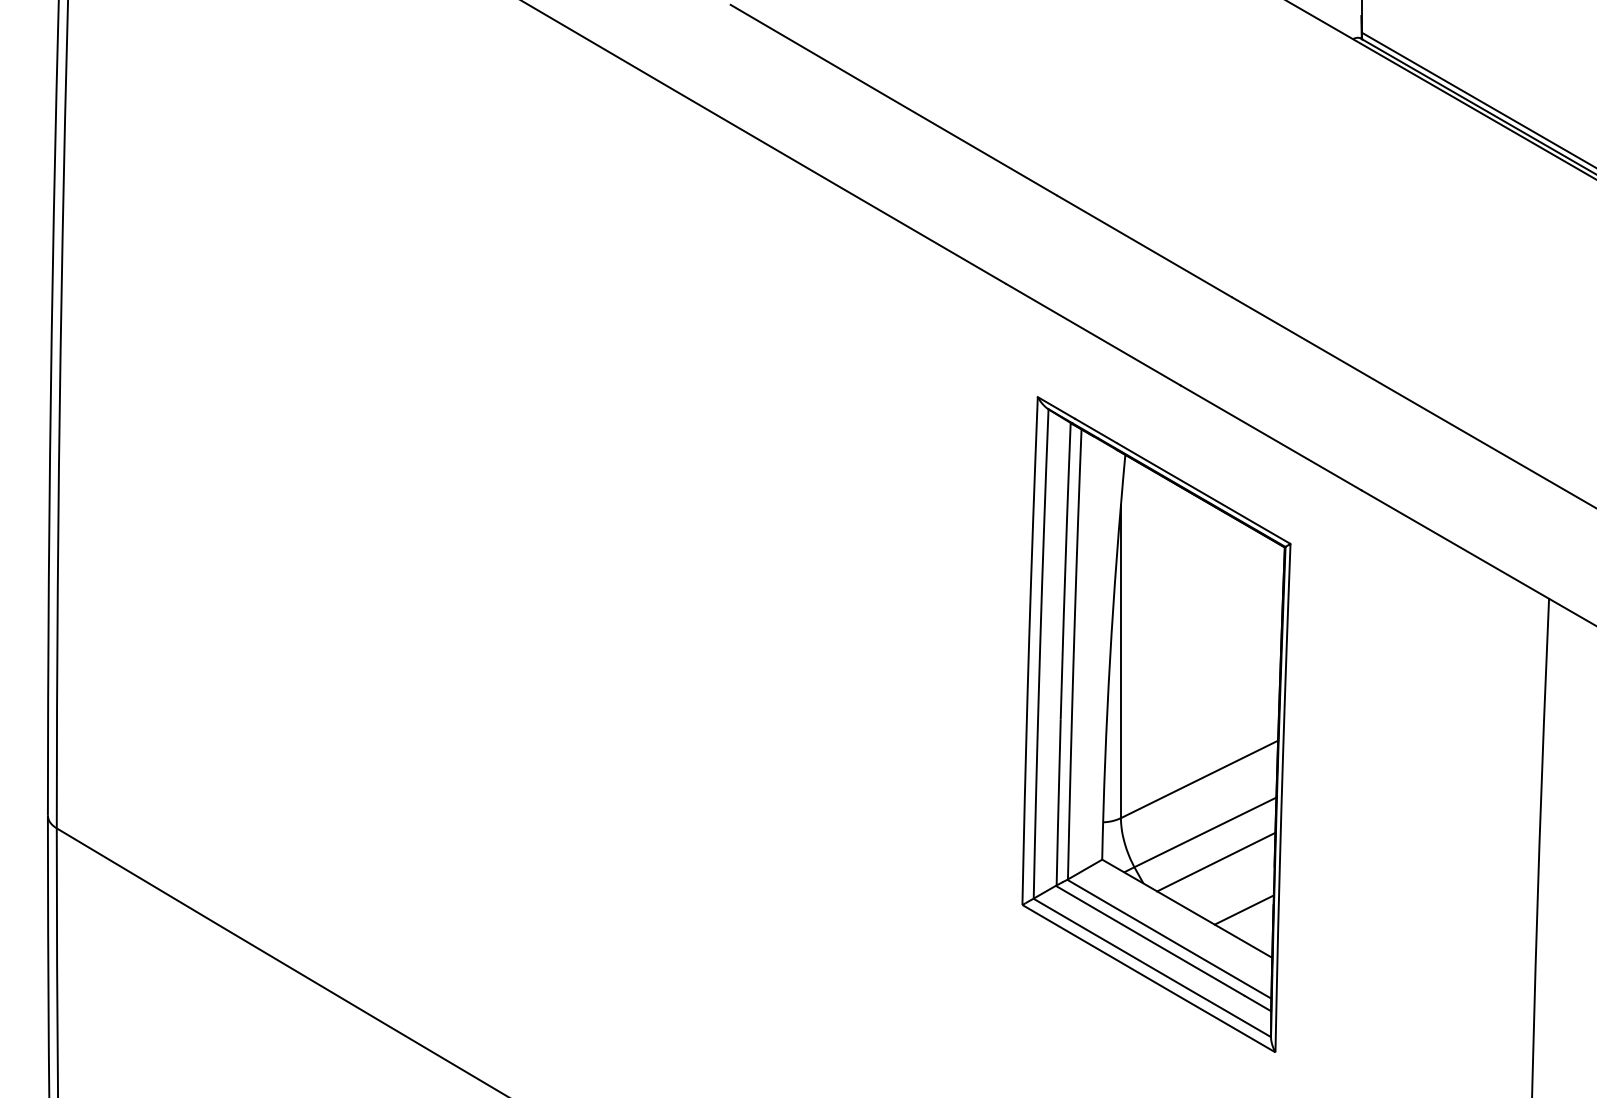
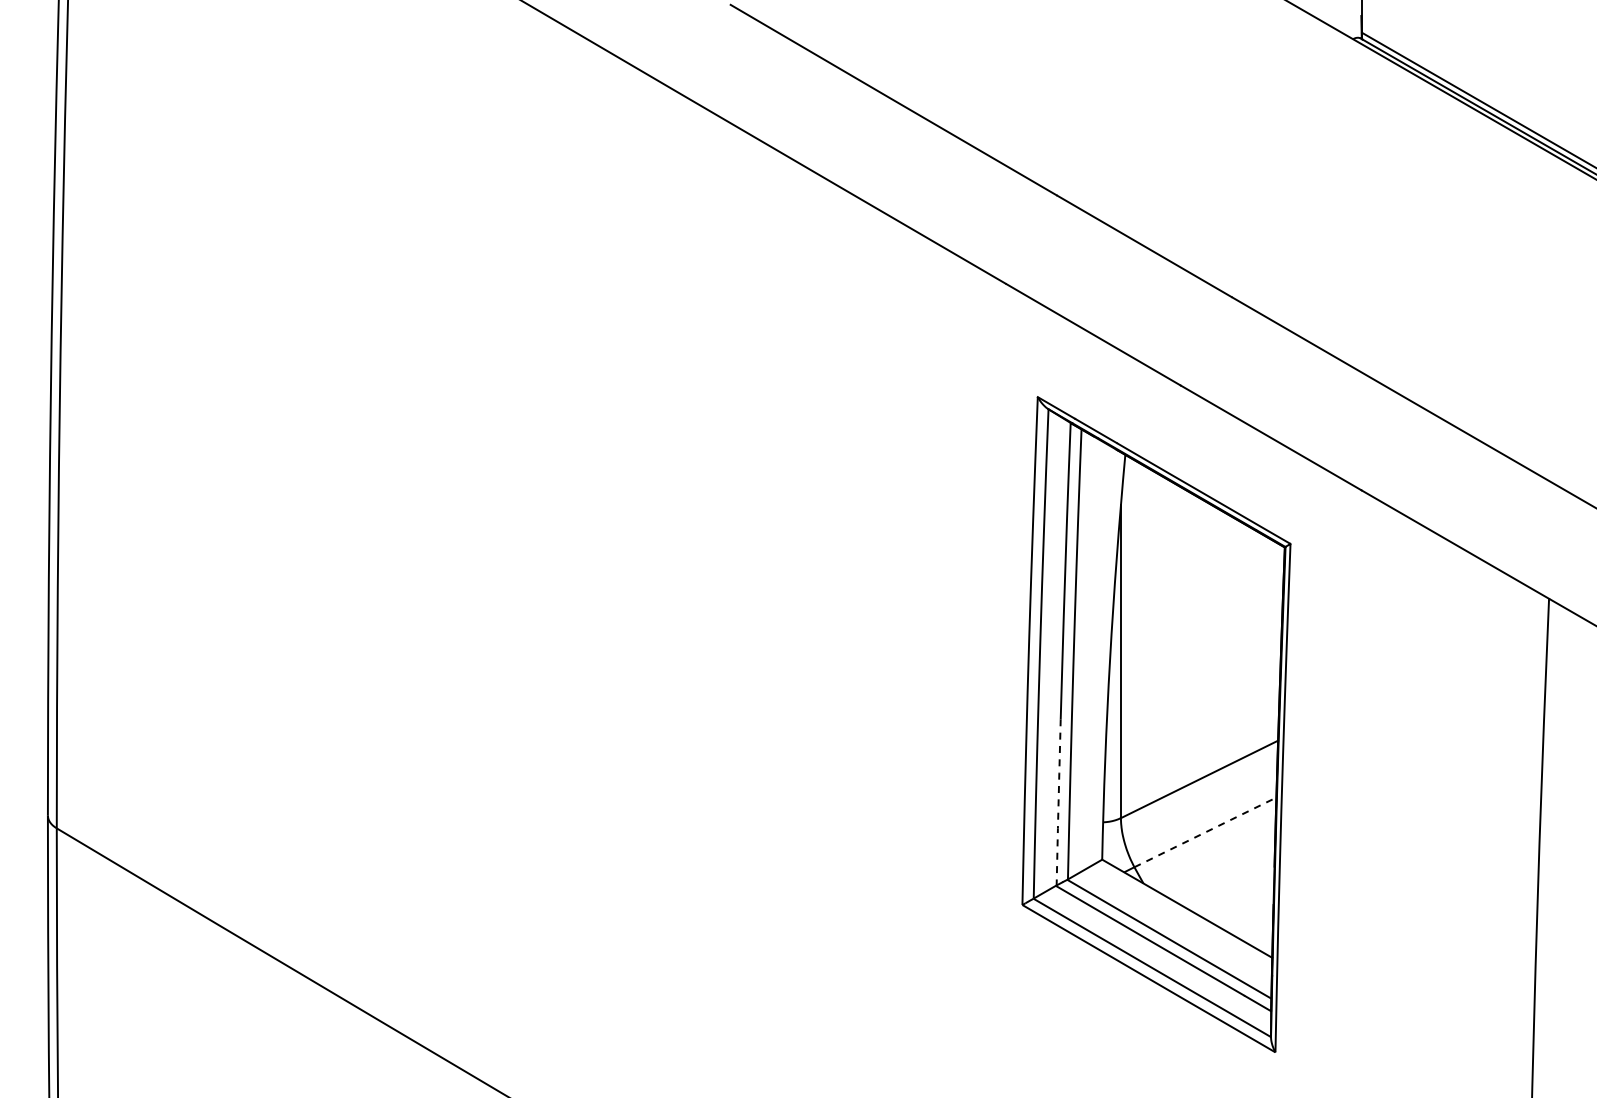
line at (1058, 802): solid -> dashed
line at (1205, 832): solid -> dashed
line at (1216, 861): present -> none
line at (1243, 909): present -> none
